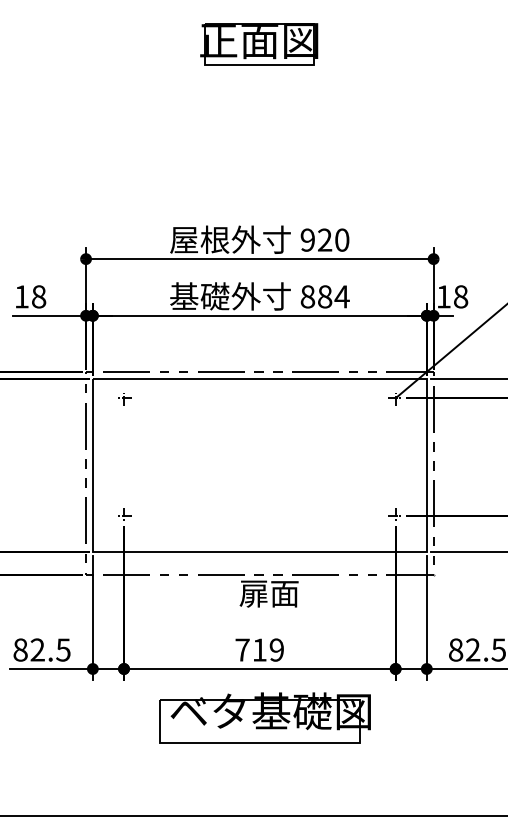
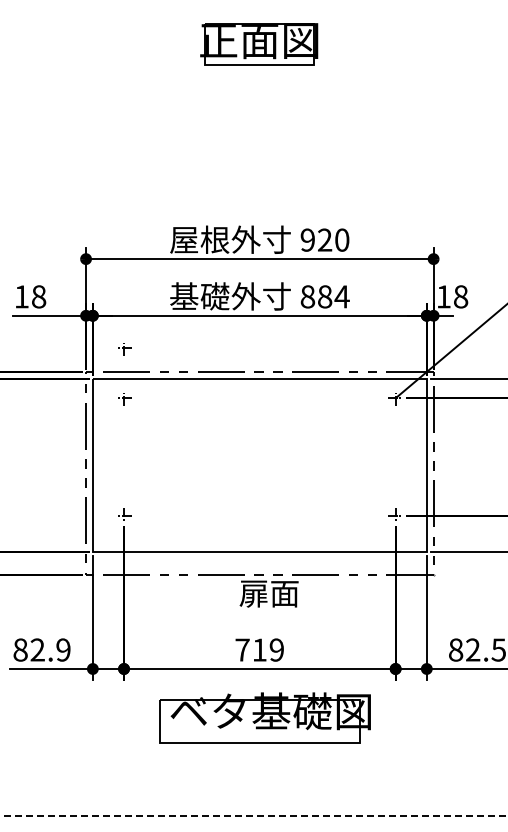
part at (124, 349): none -> present
text at (63, 649): 82.5 -> 82.9
line at (254, 815): solid -> dashed
